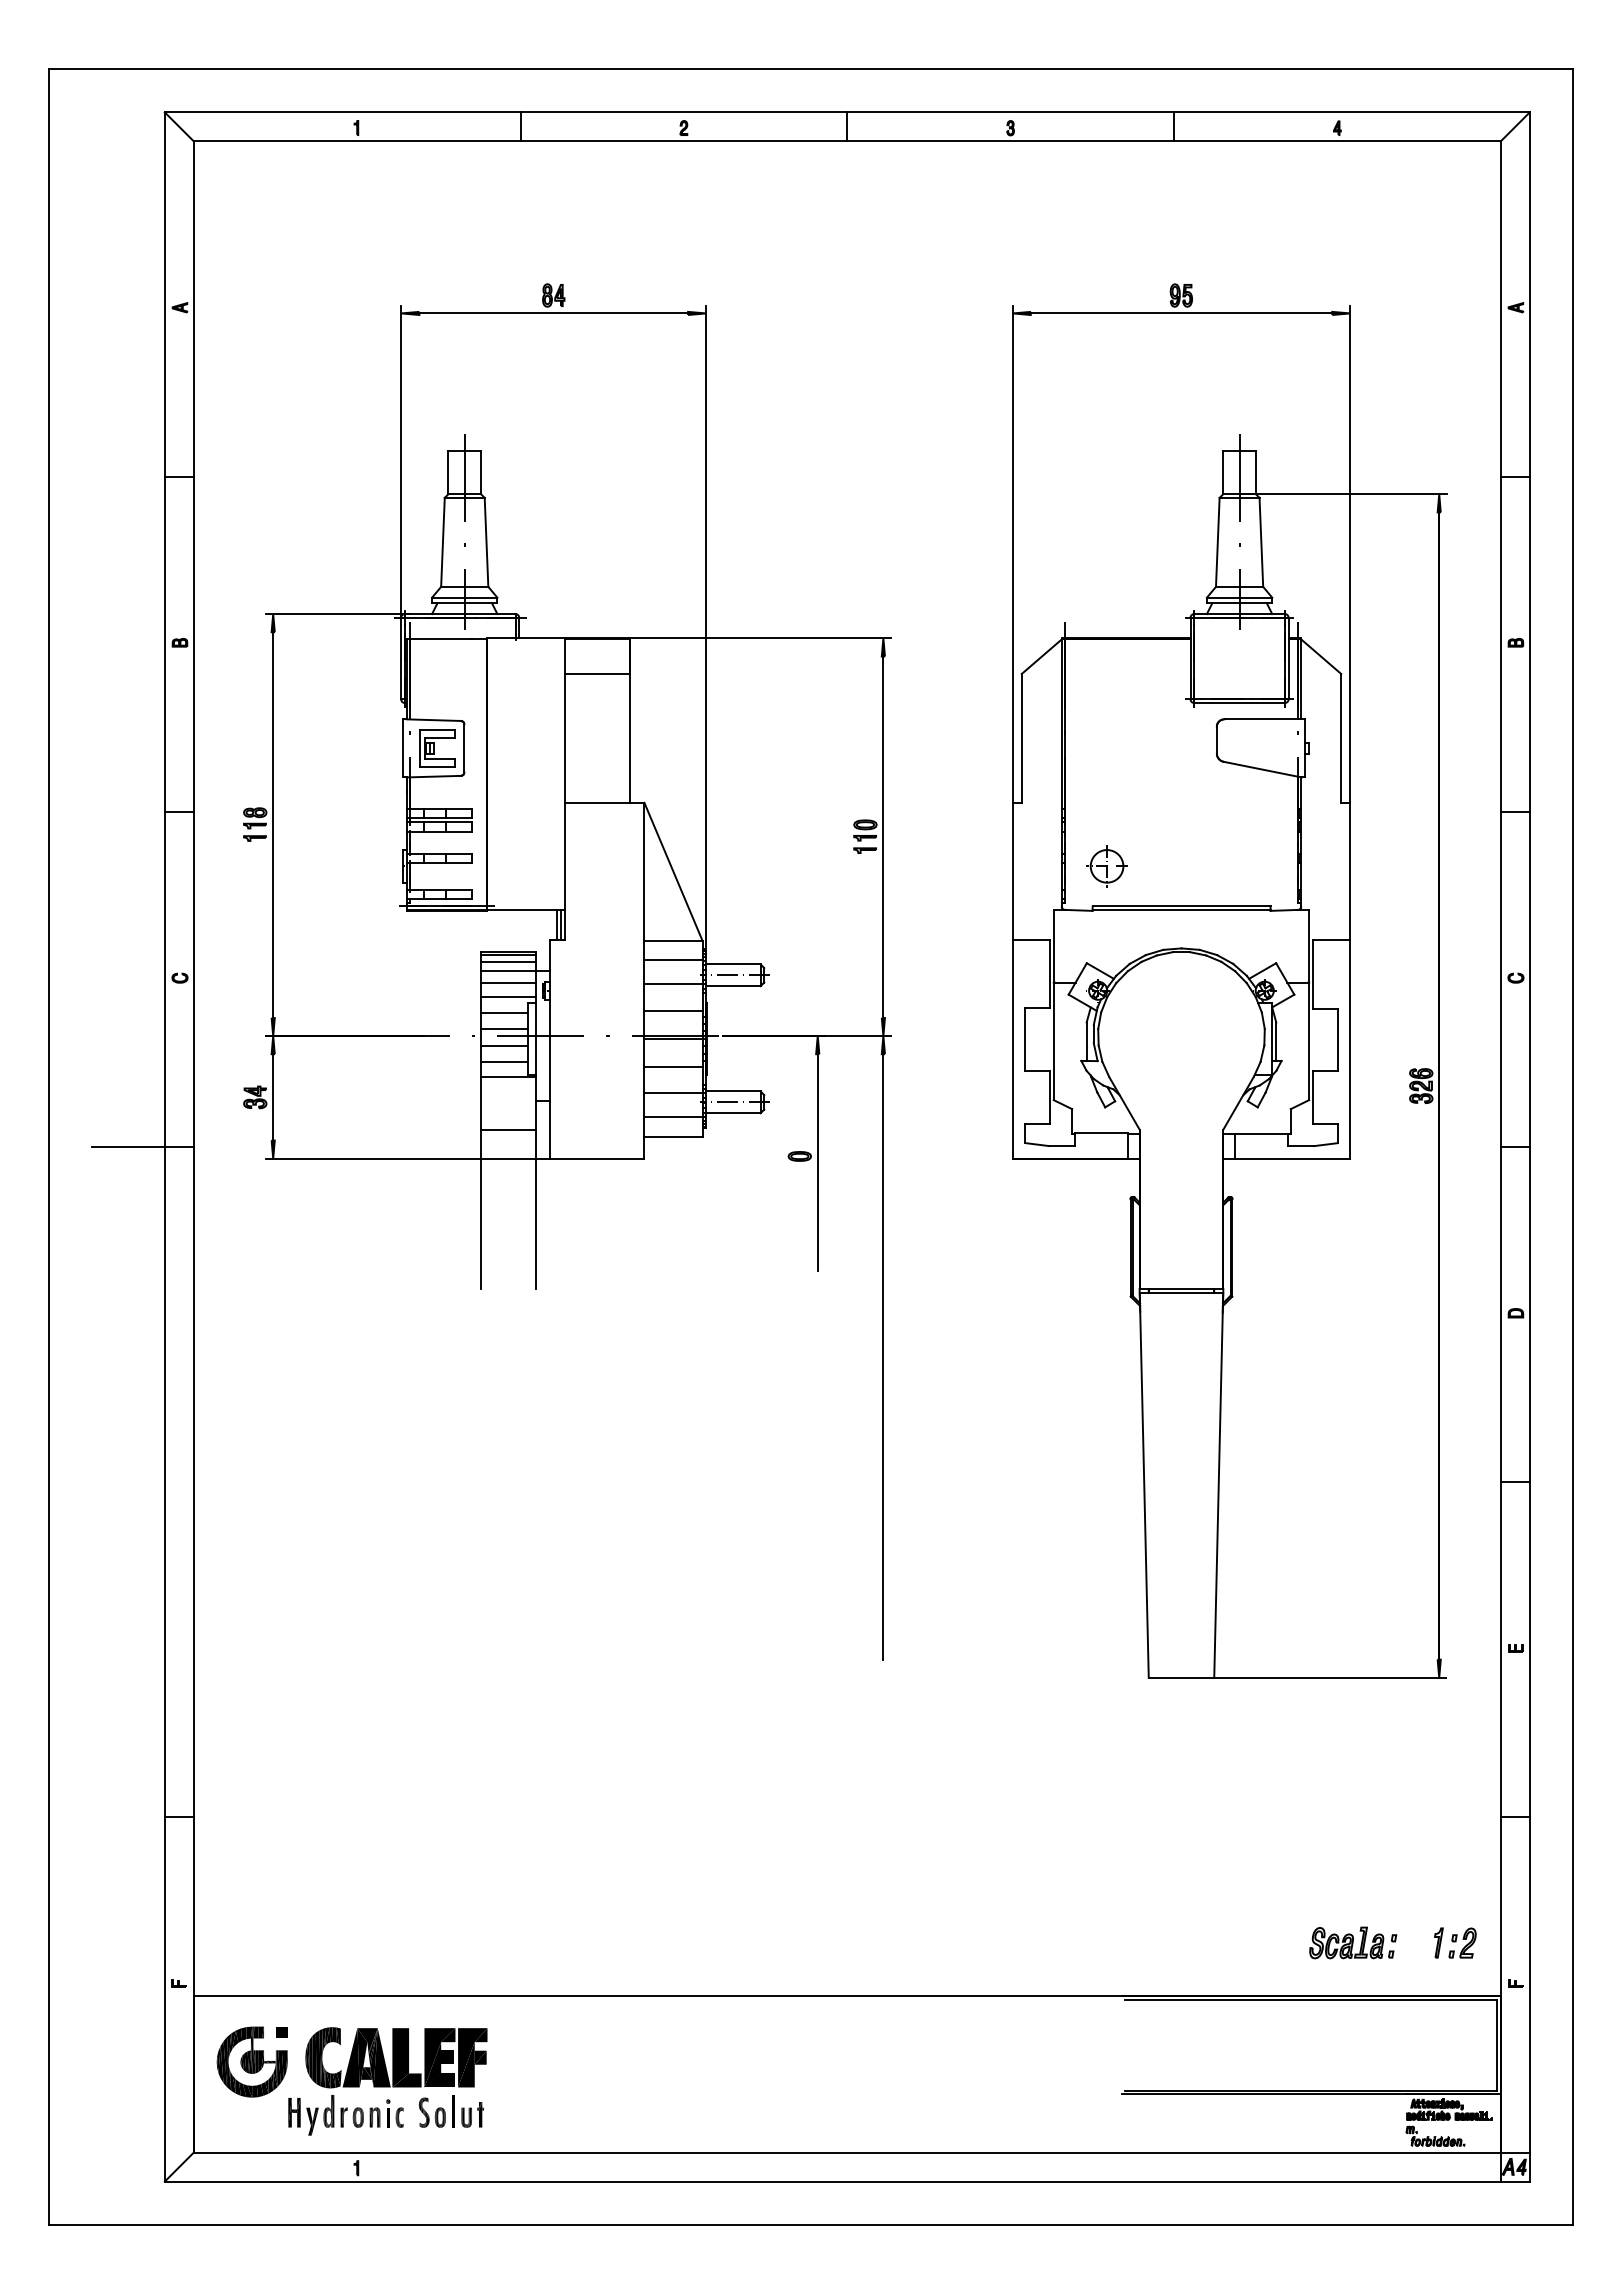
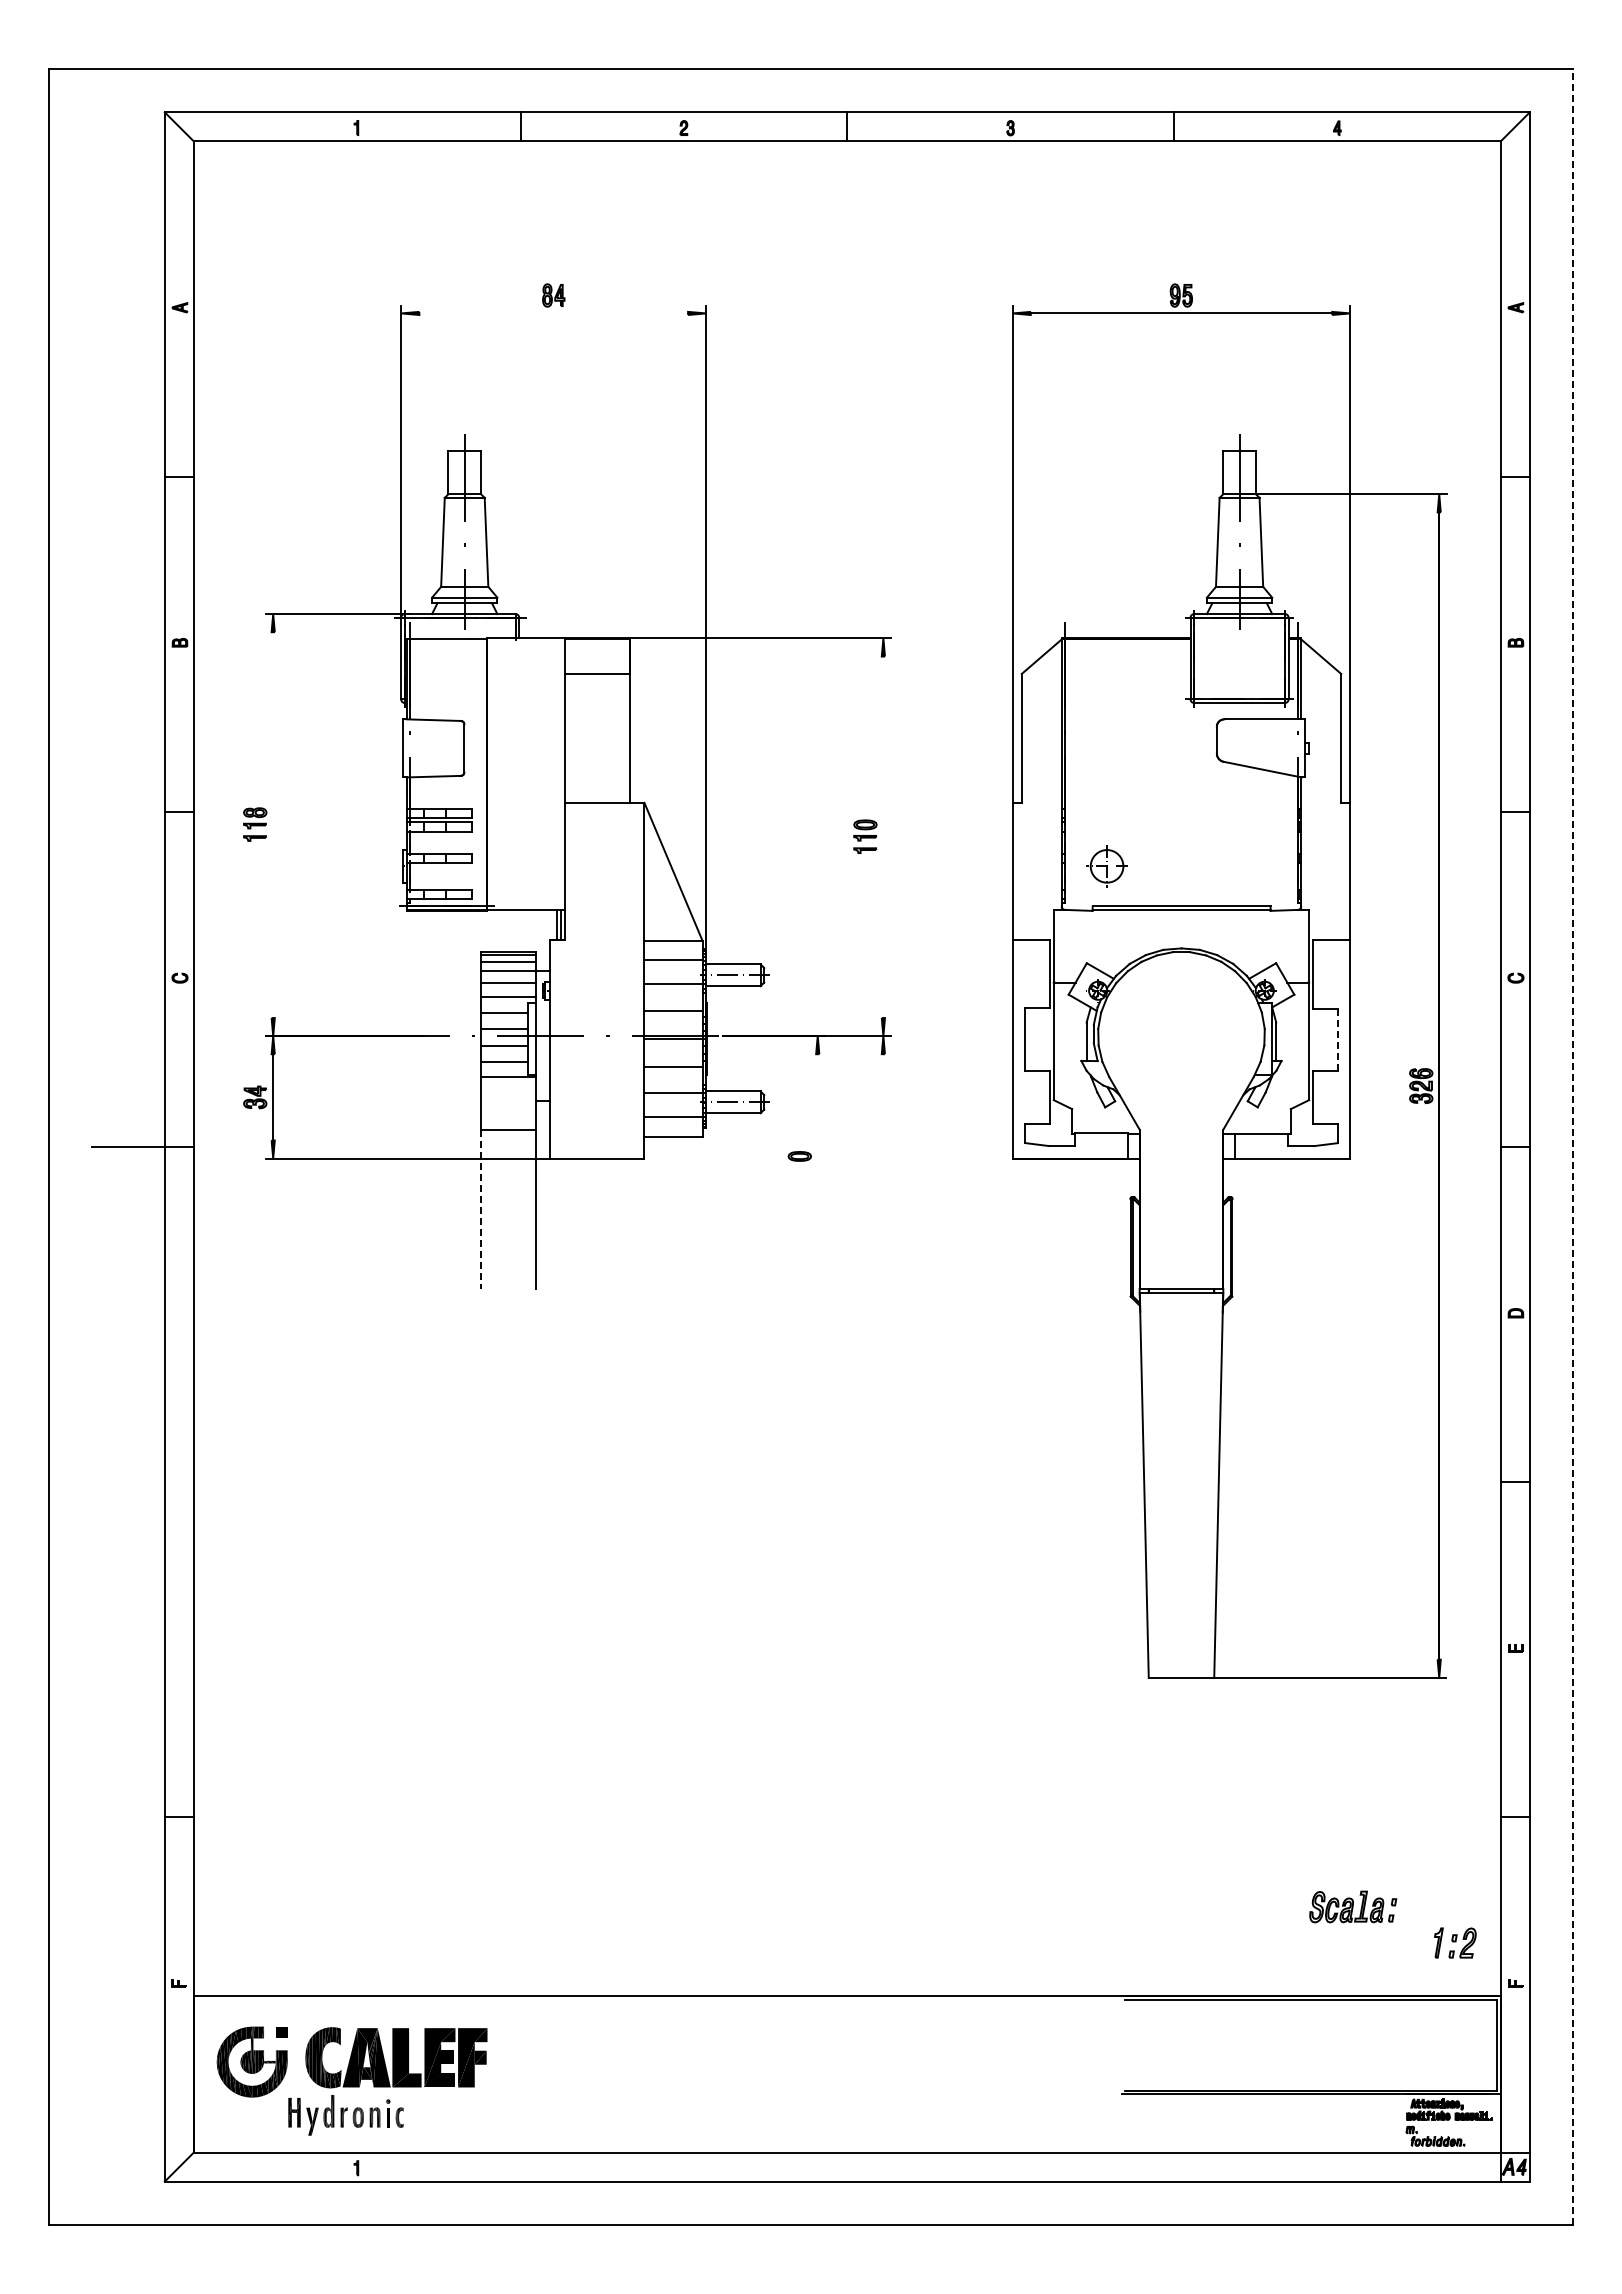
line at (553, 313): present -> none
part at (437, 748): present -> none
line at (273, 825): present -> none
line at (883, 837): present -> none
line at (1337, 1040): solid -> dashed
line at (1573, 1146): solid -> dashed
line at (817, 1162): present -> none
line at (481, 1209): solid -> dashed
line at (883, 1356): present -> none
part at (1353, 1942) position: (1353, 1942) -> (1353, 1906)
part at (450, 2111): present -> none
